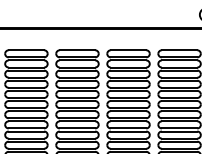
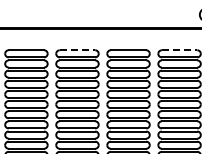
line at (77, 50): solid -> dashed
line at (179, 50): solid -> dashed
